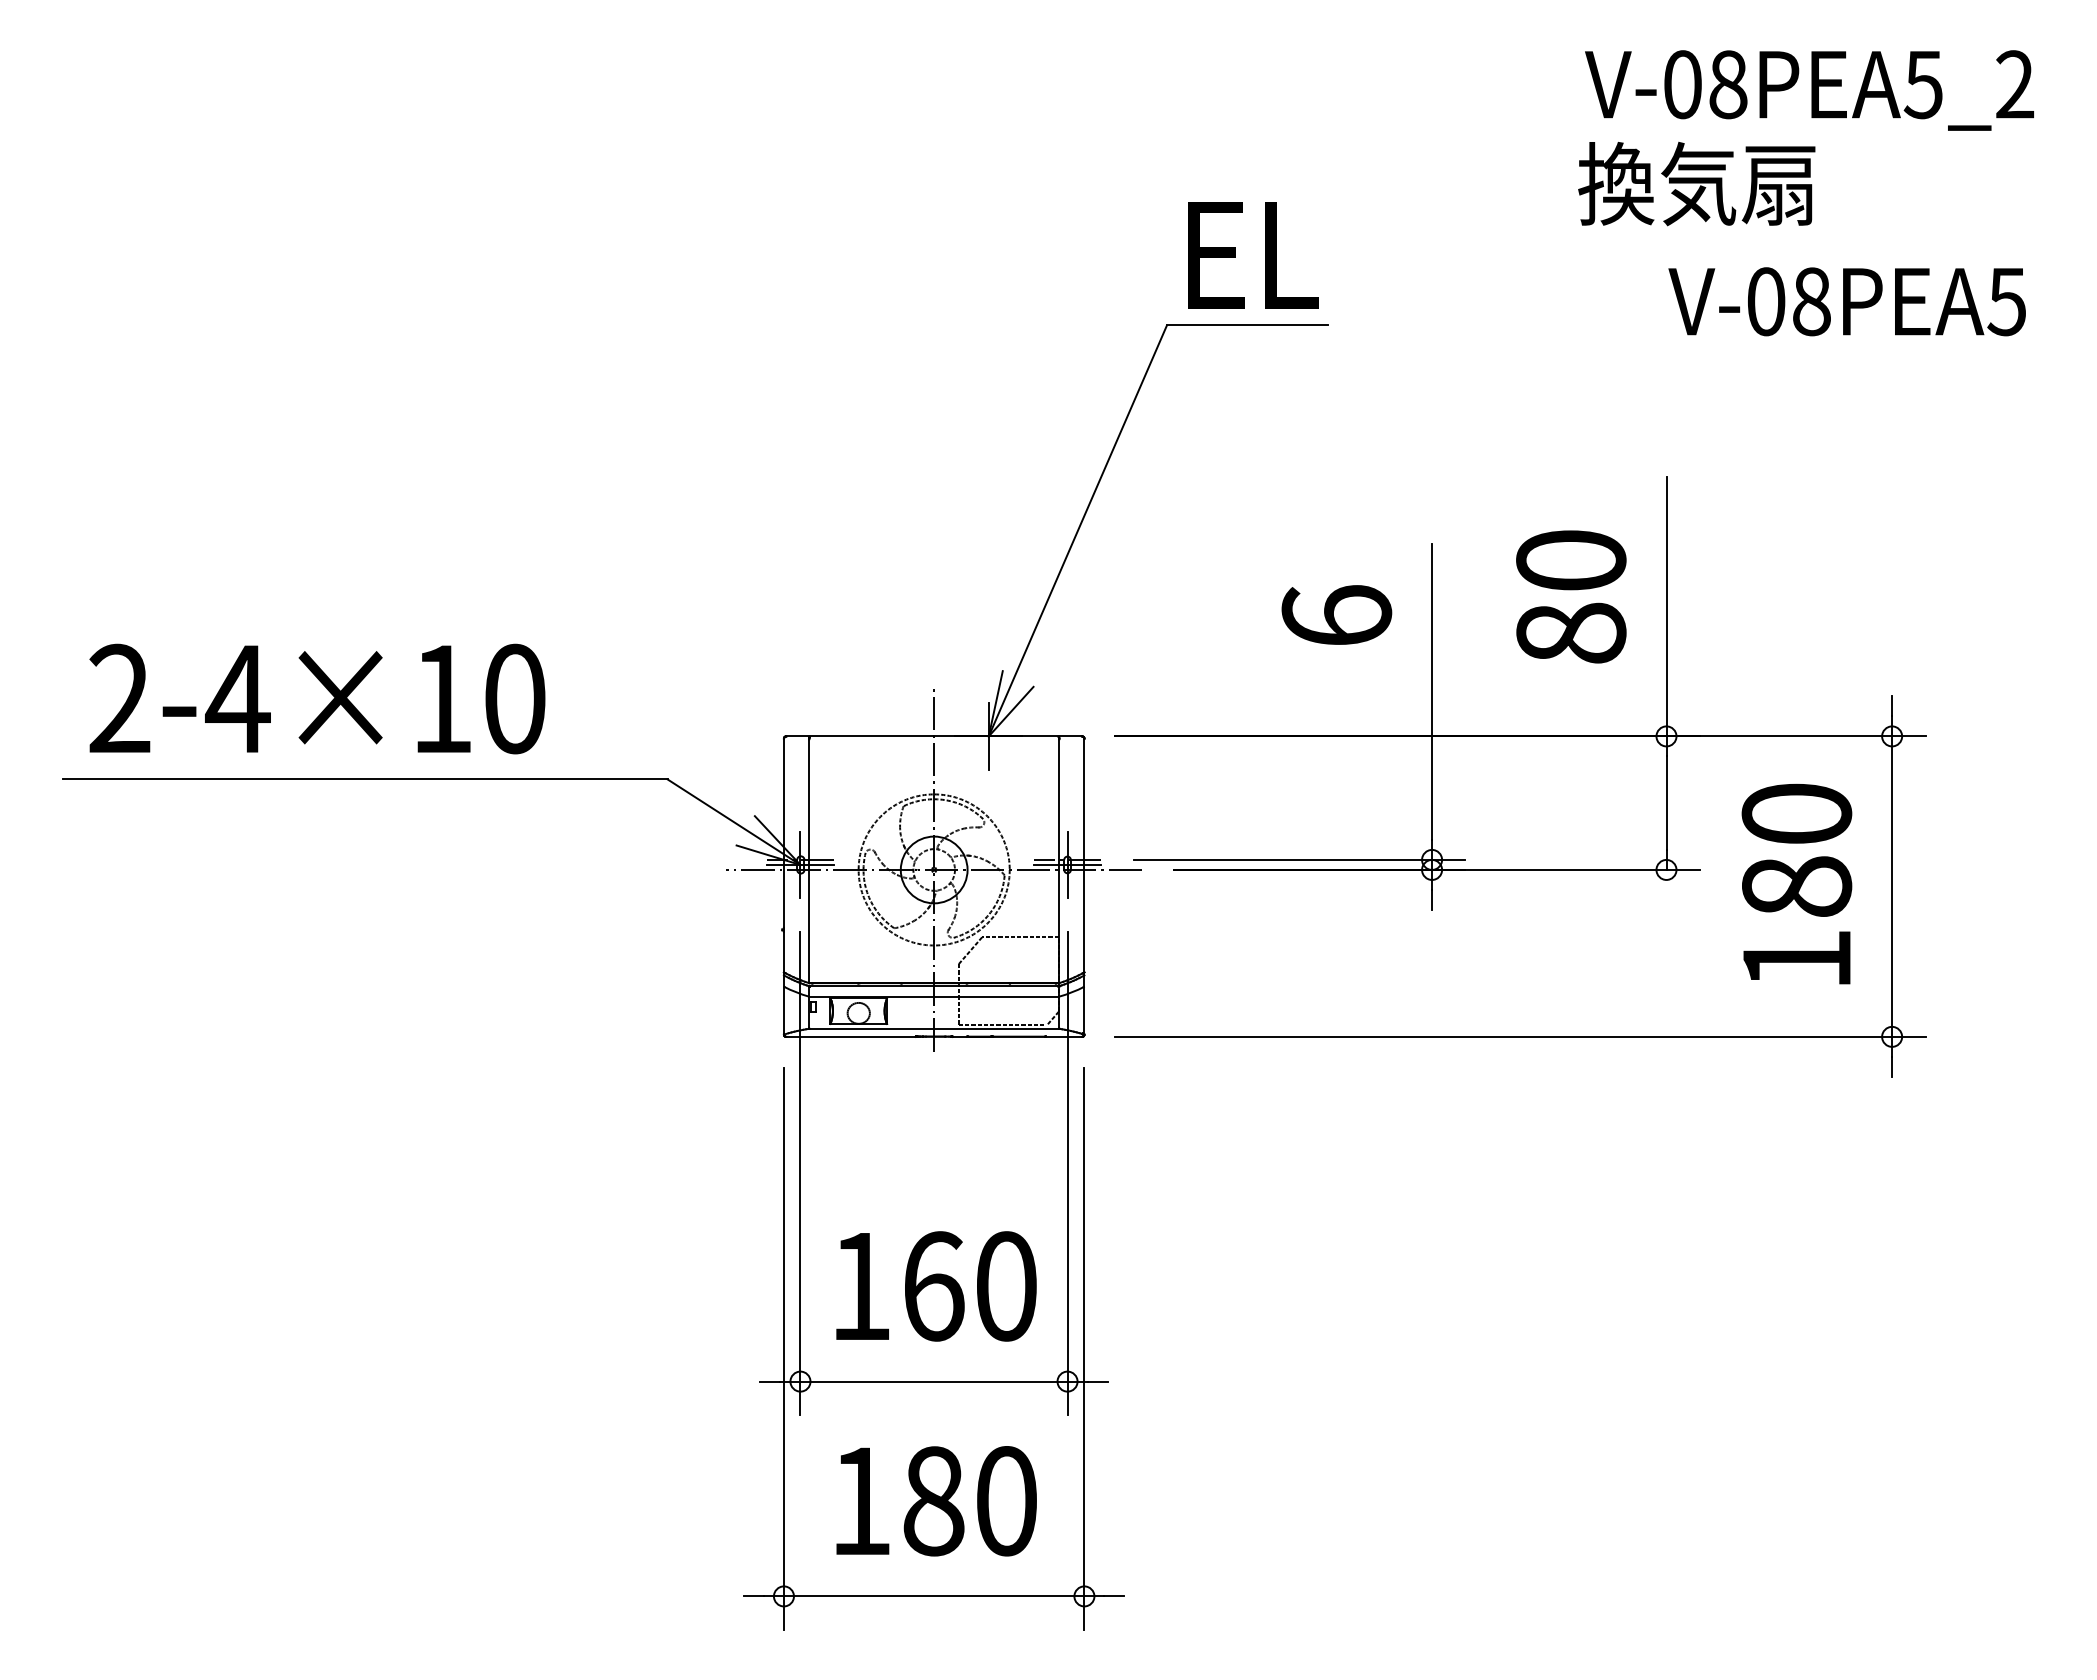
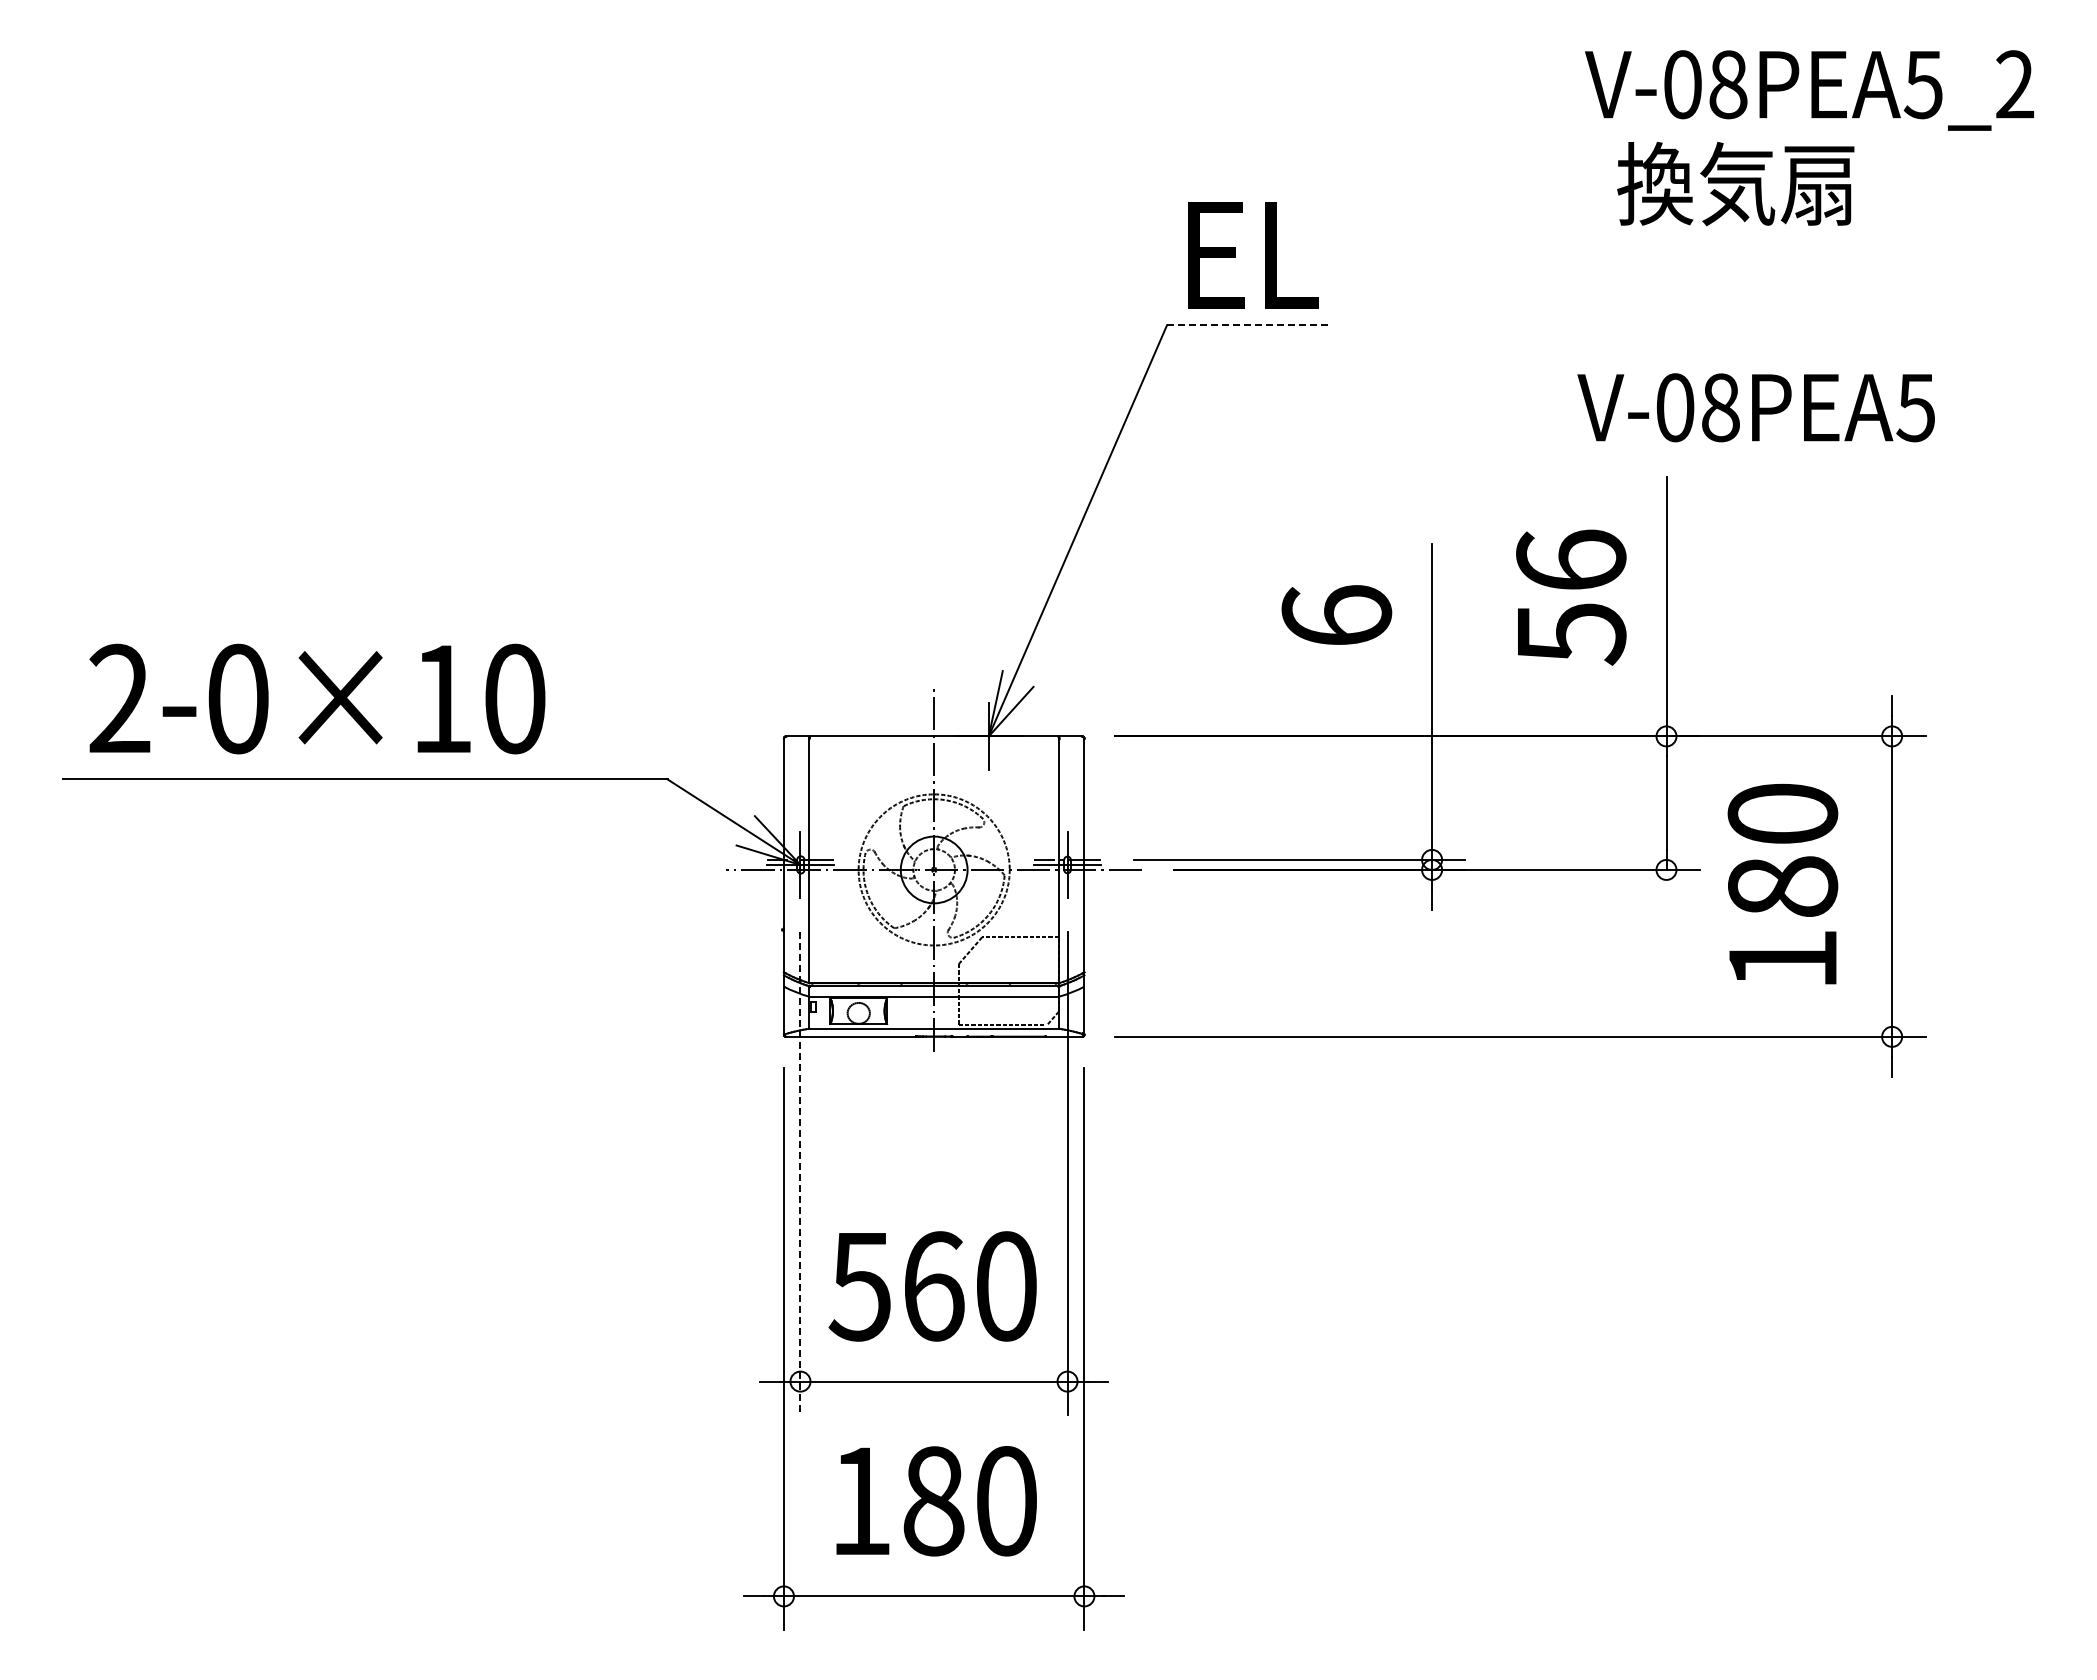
text at (1696, 183) position: (1696, 183) -> (1735, 183)
text at (1846, 301) position: (1846, 301) -> (1755, 407)
line at (1247, 325): solid -> dashed
text at (1571, 597): 80 -> 56
text at (237, 698): 2-4×10 -> 2-0×10
text at (1796, 883) position: (1796, 883) -> (1782, 883)
line at (800, 1173): solid -> dashed
text at (859, 1287): 160 -> 560
